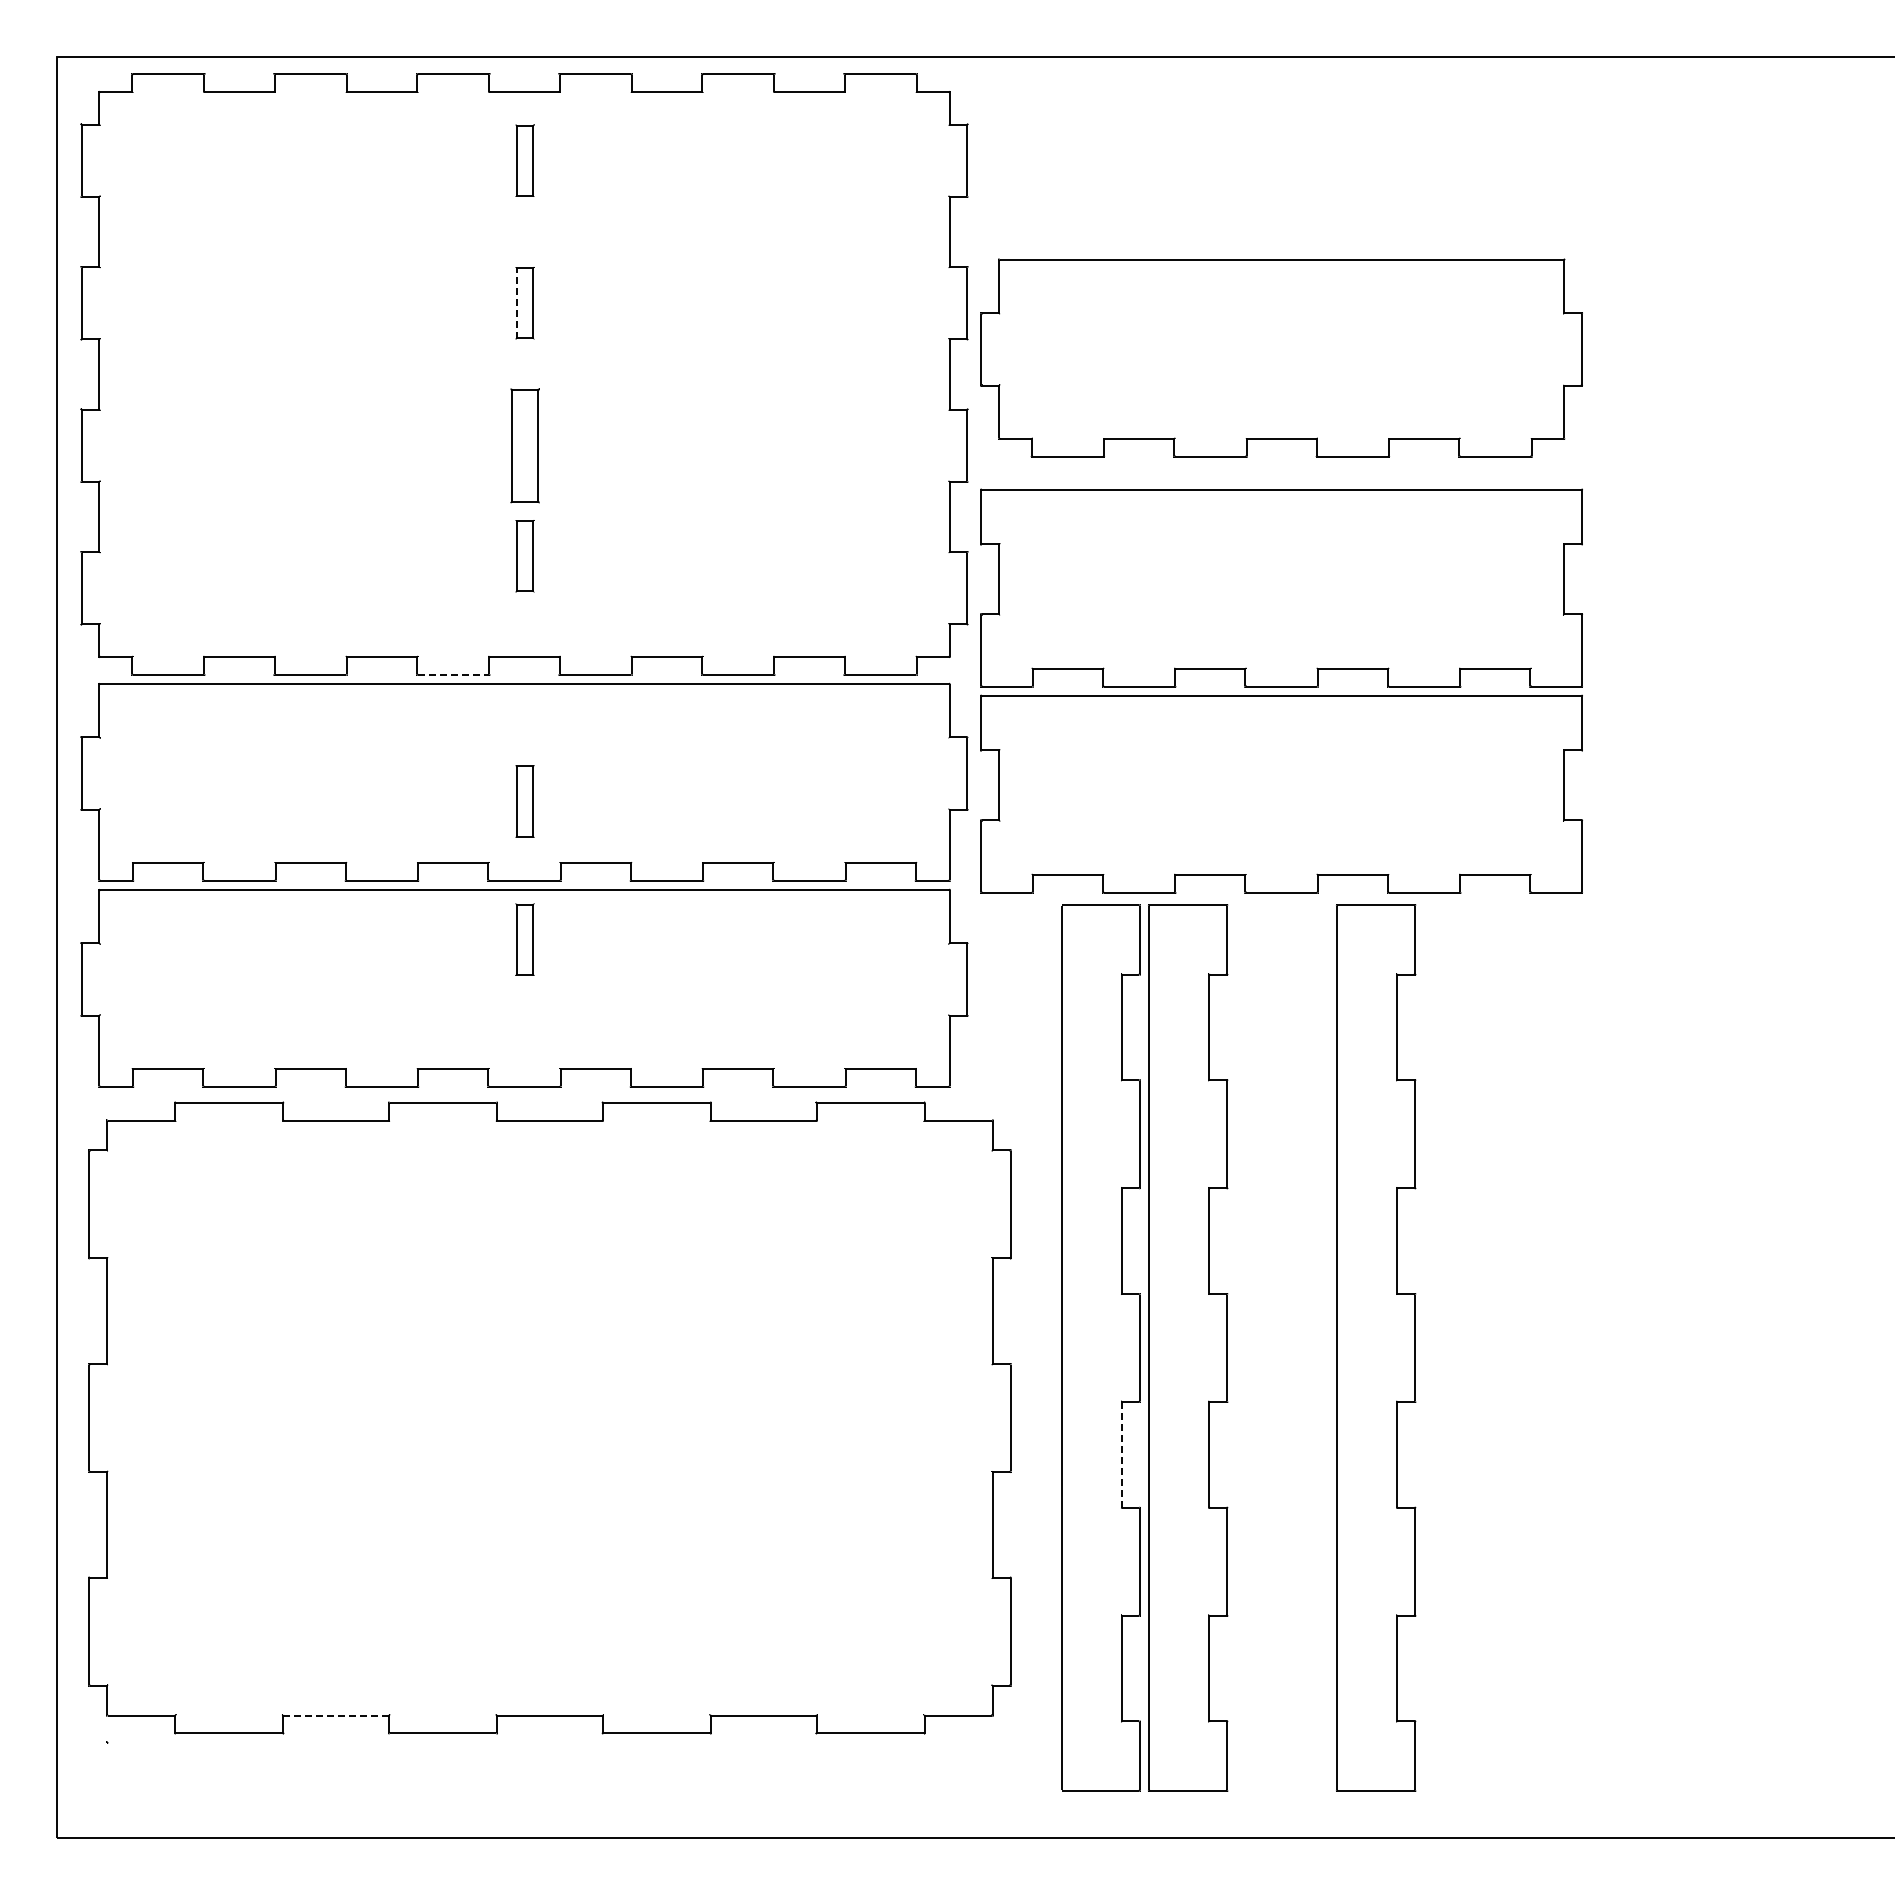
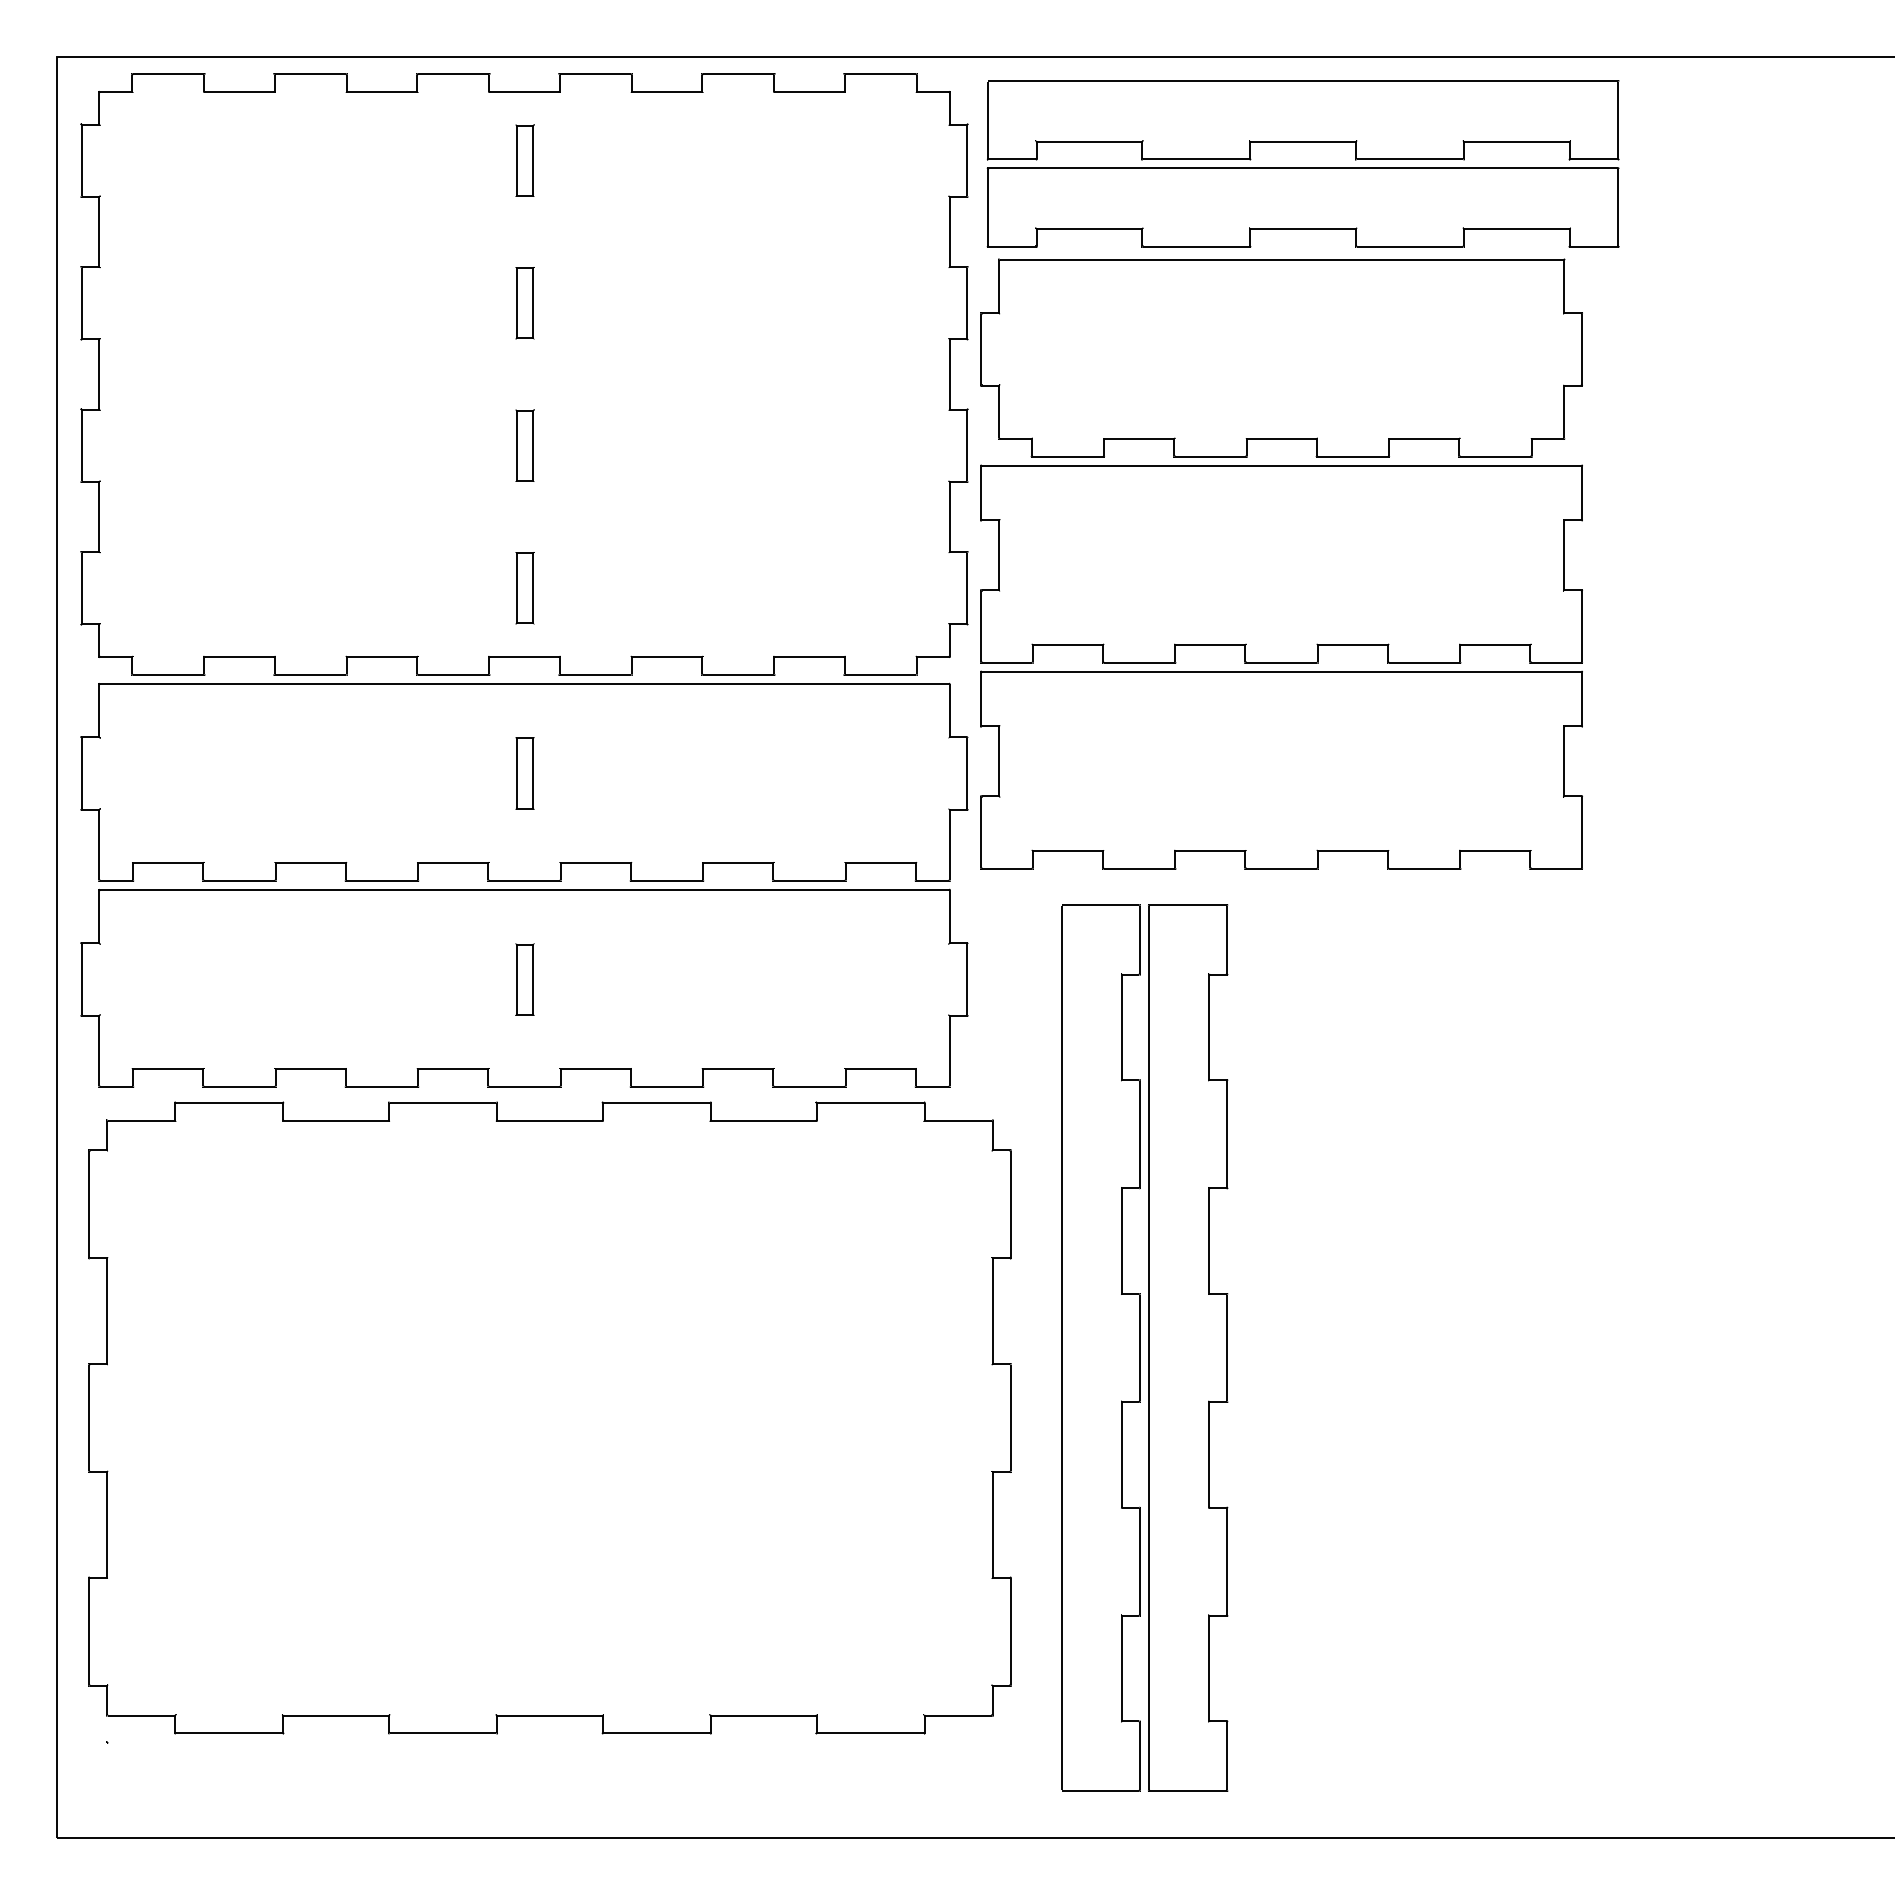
part at (1302, 163): none -> present
line at (516, 303): dashed -> solid
part at (524, 445) size: 30x116 px -> 20x73 px
part at (524, 556) position: (524, 556) -> (524, 588)
line at (453, 674): dashed -> solid
part at (1281, 690) position: (1281, 690) -> (1281, 666)
part at (524, 801) position: (524, 801) -> (524, 773)
part at (524, 939) position: (524, 939) -> (524, 979)
part at (1376, 1347): present -> none
line at (1122, 1454): dashed -> solid
line at (336, 1715): dashed -> solid
